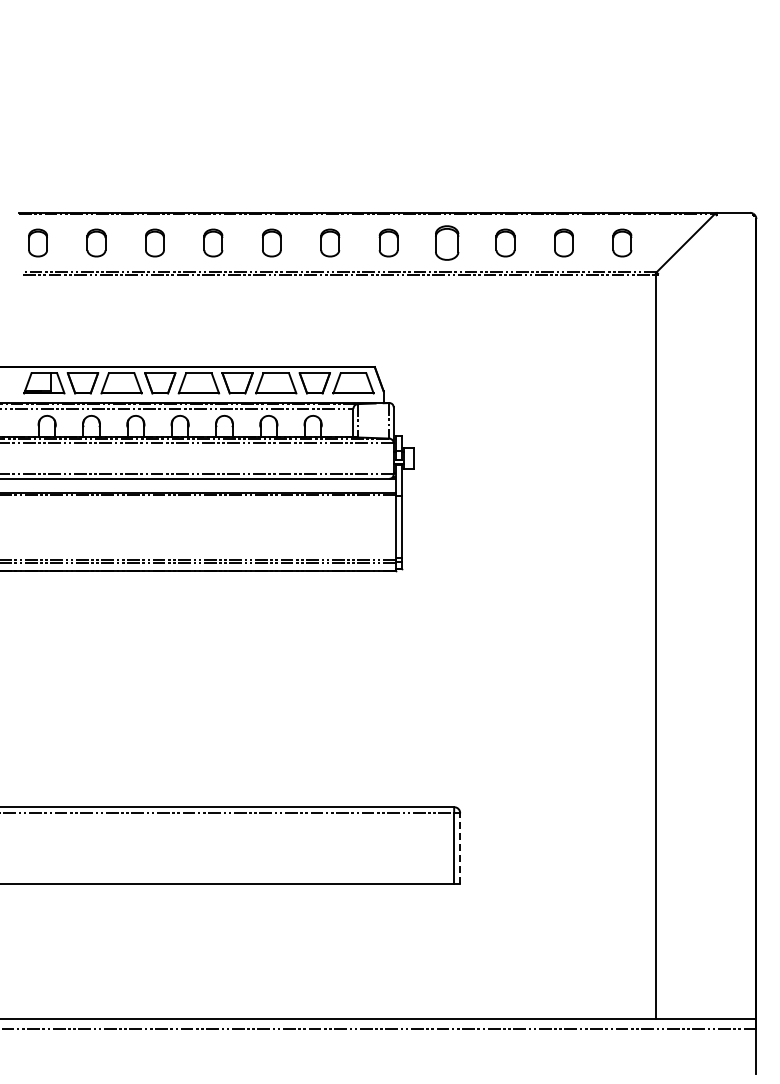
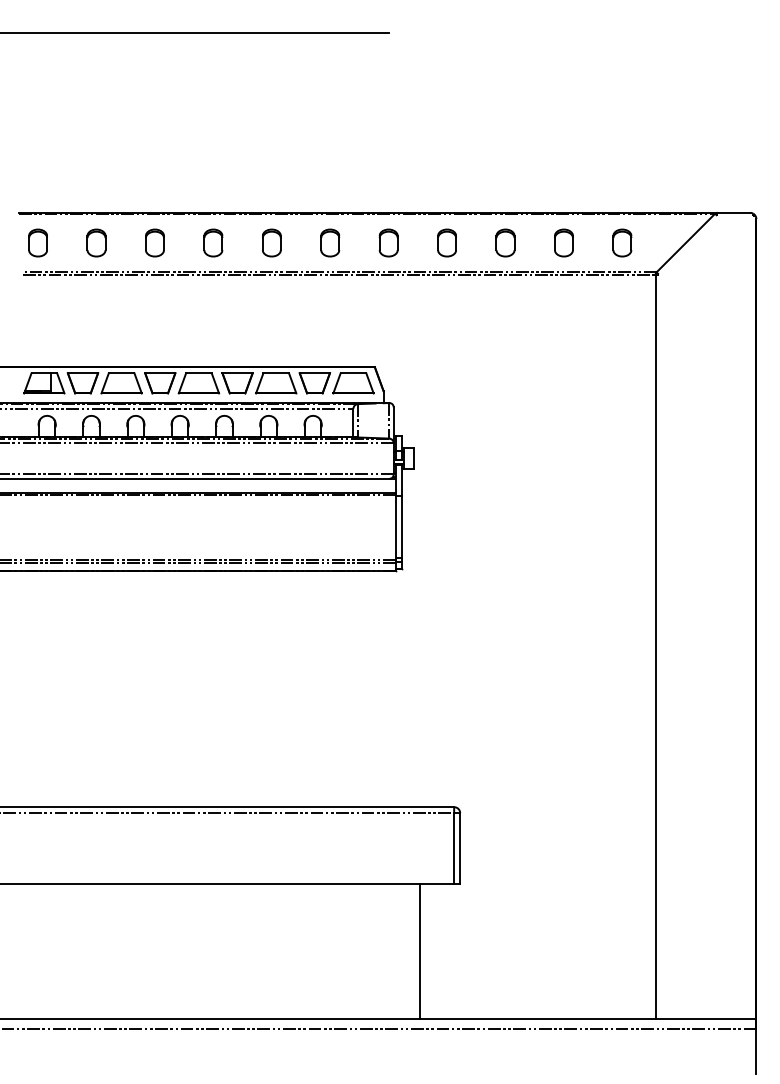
line at (195, 32): none -> present
part at (447, 242) size: 25x36 px -> 20x30 px
line at (460, 848): dashed -> solid
line at (419, 950): none -> present
